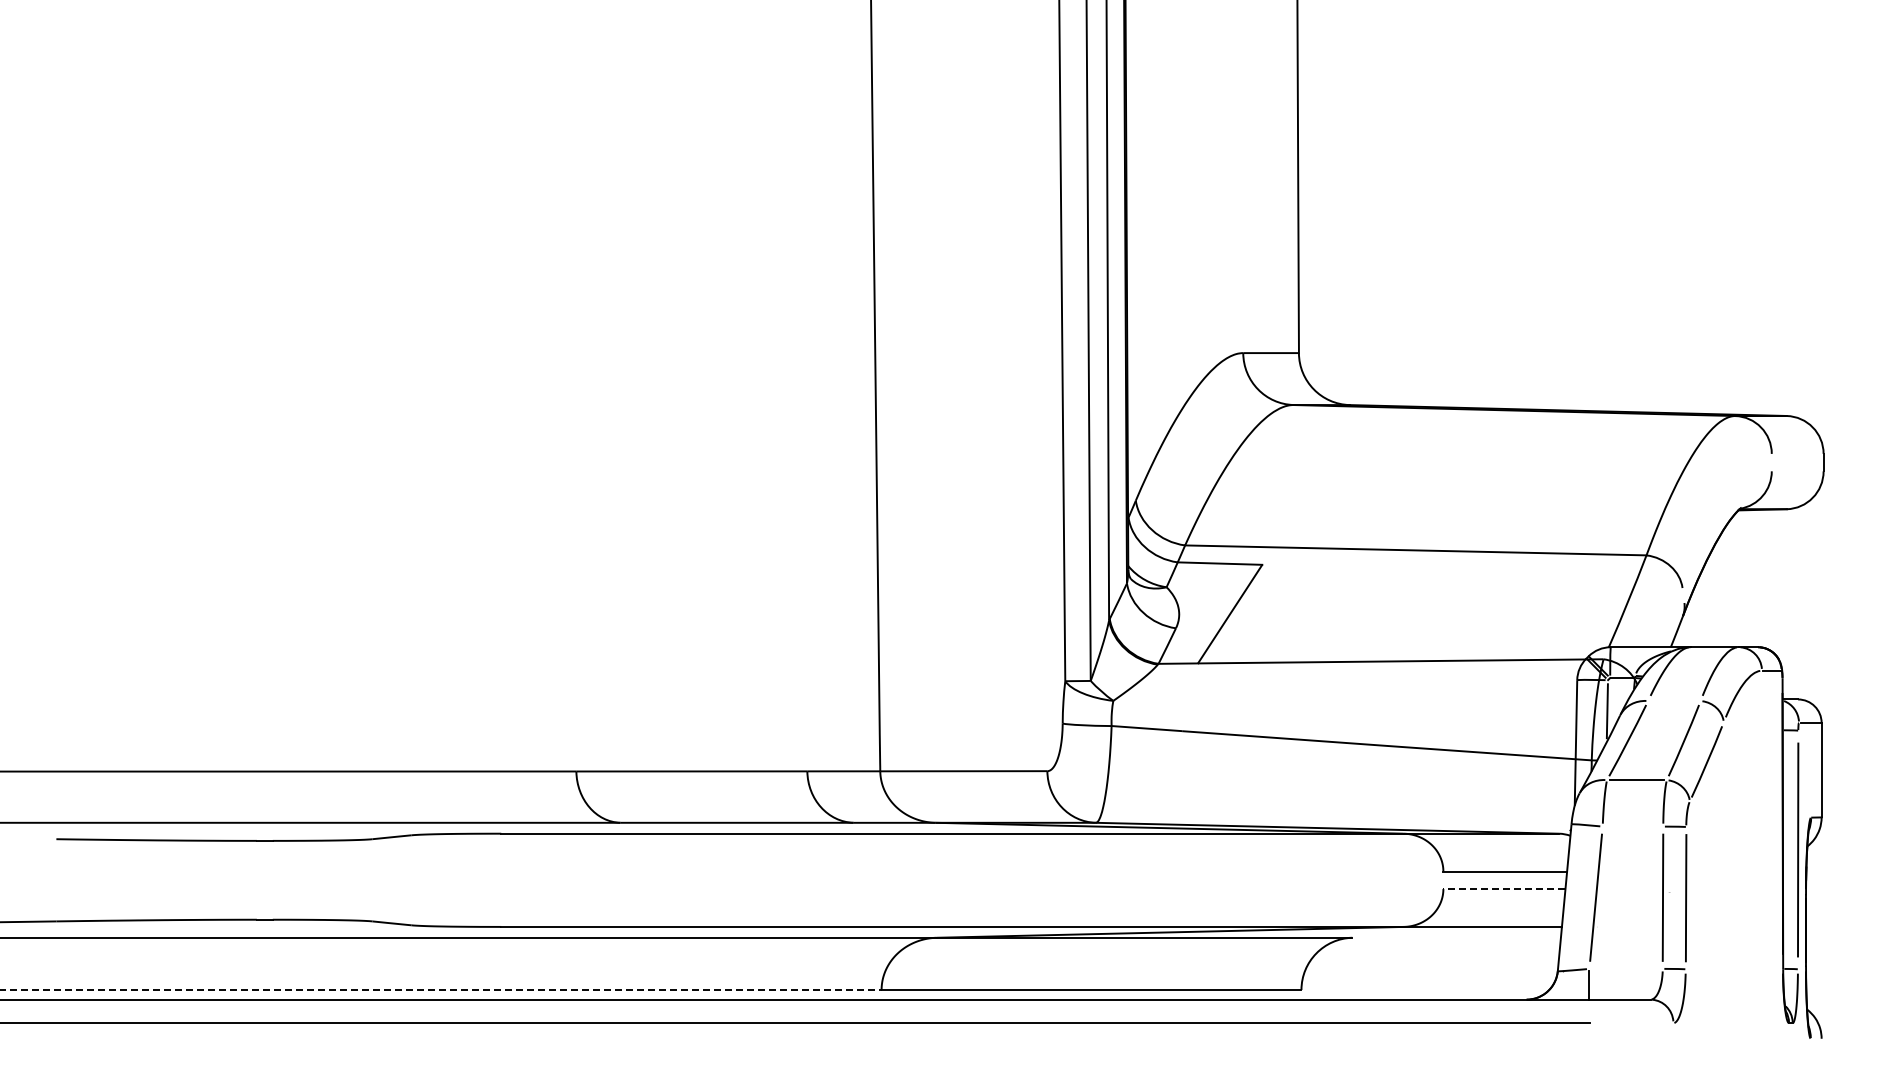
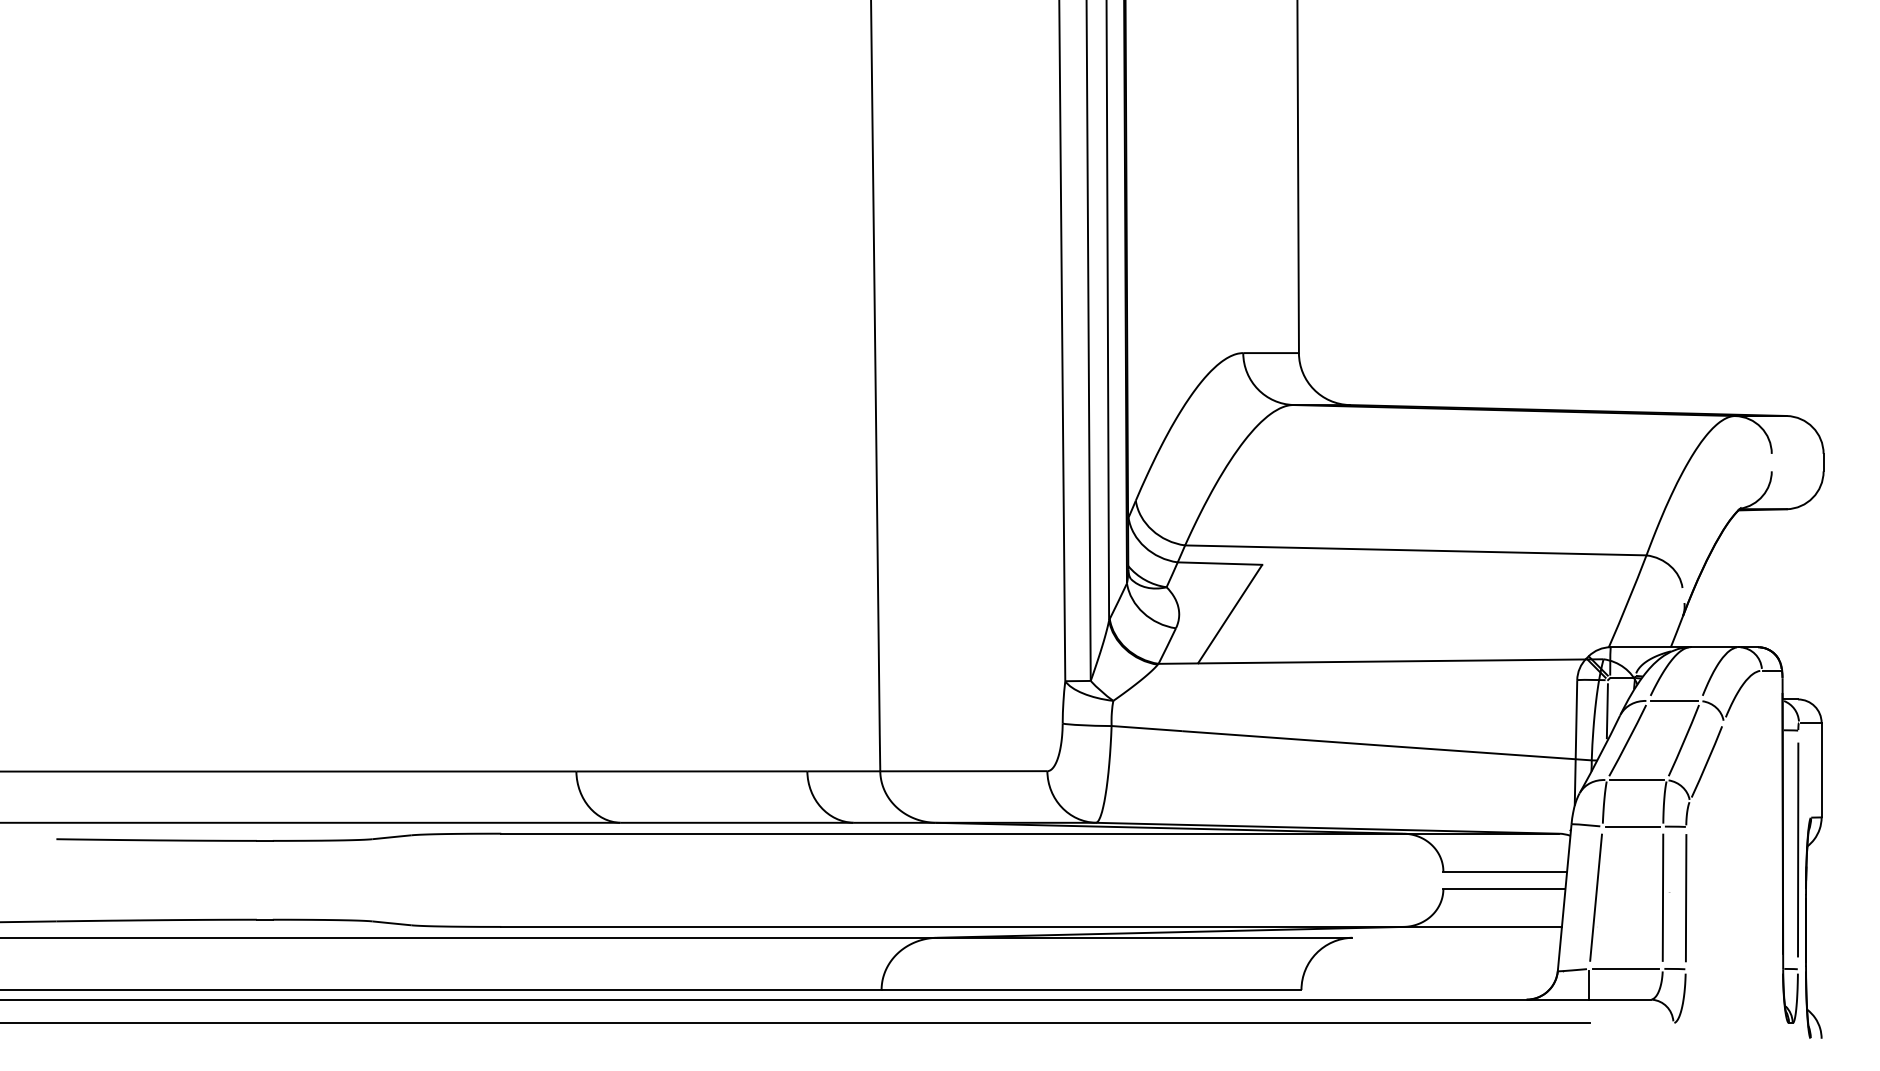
line at (1674, 701): none -> present
line at (1632, 826): none -> present
line at (1503, 889): dashed -> solid
line at (1626, 968): none -> present
line at (441, 989): dashed -> solid
